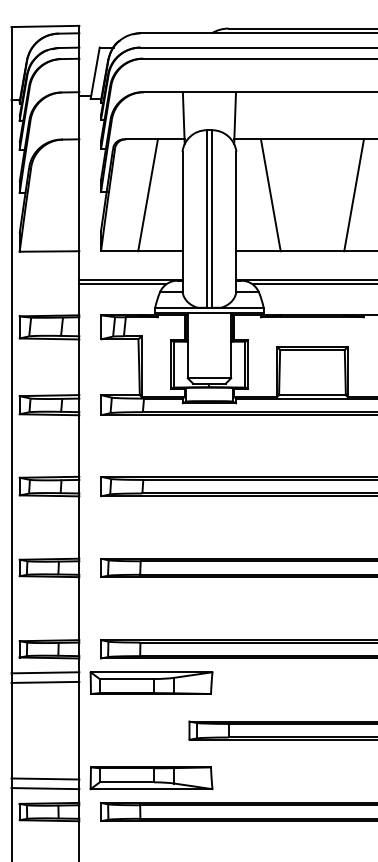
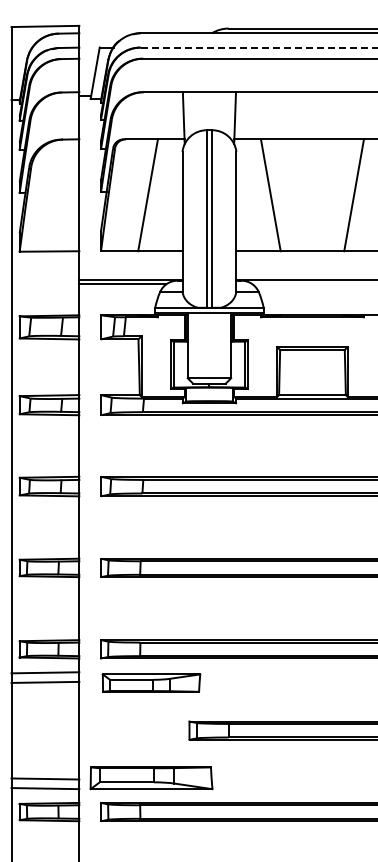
line at (259, 47): solid -> dashed
line at (313, 284): present -> none
part at (151, 682) size: 125x24 px -> 101x20 px
